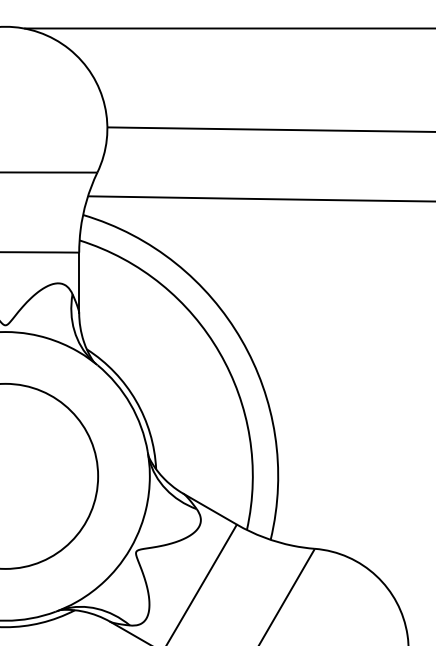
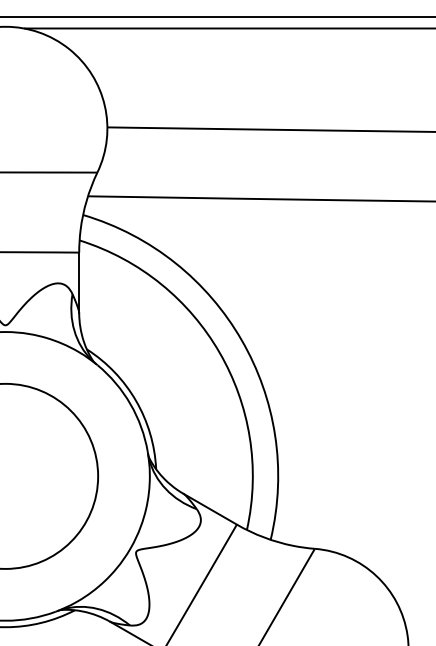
line at (217, 17): none -> present
